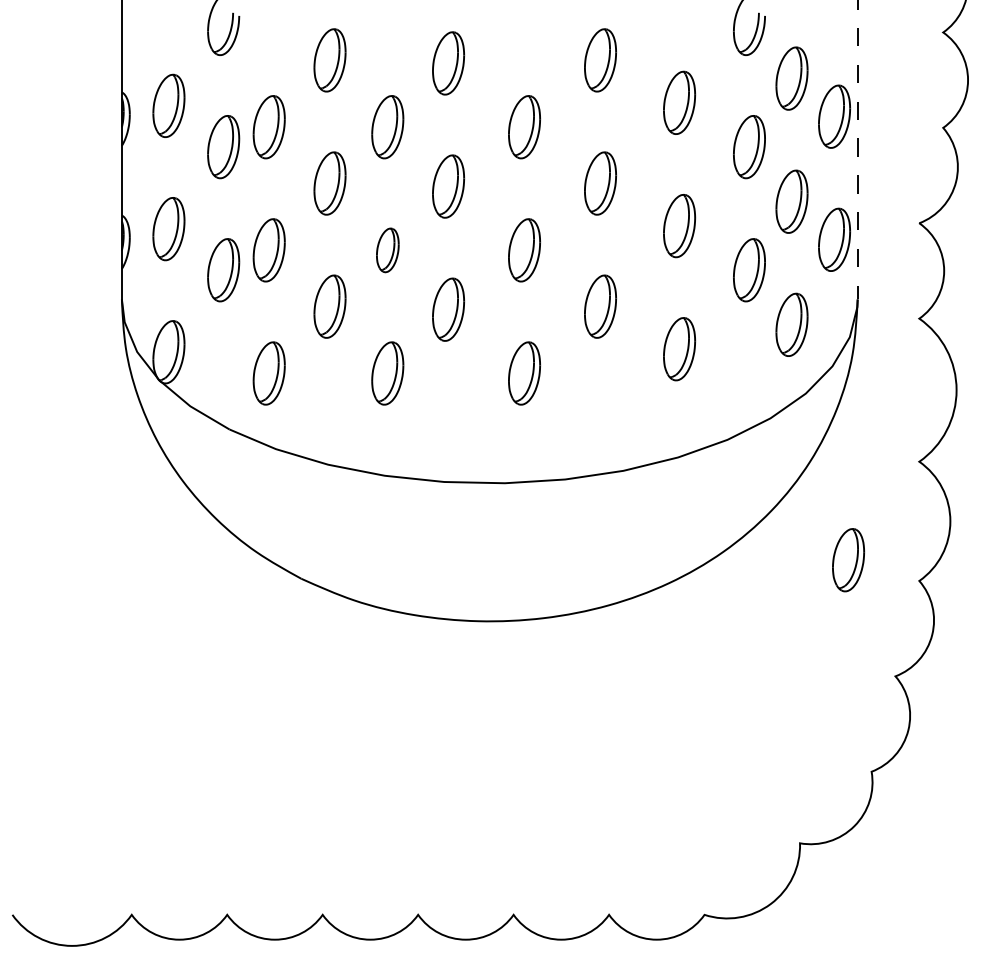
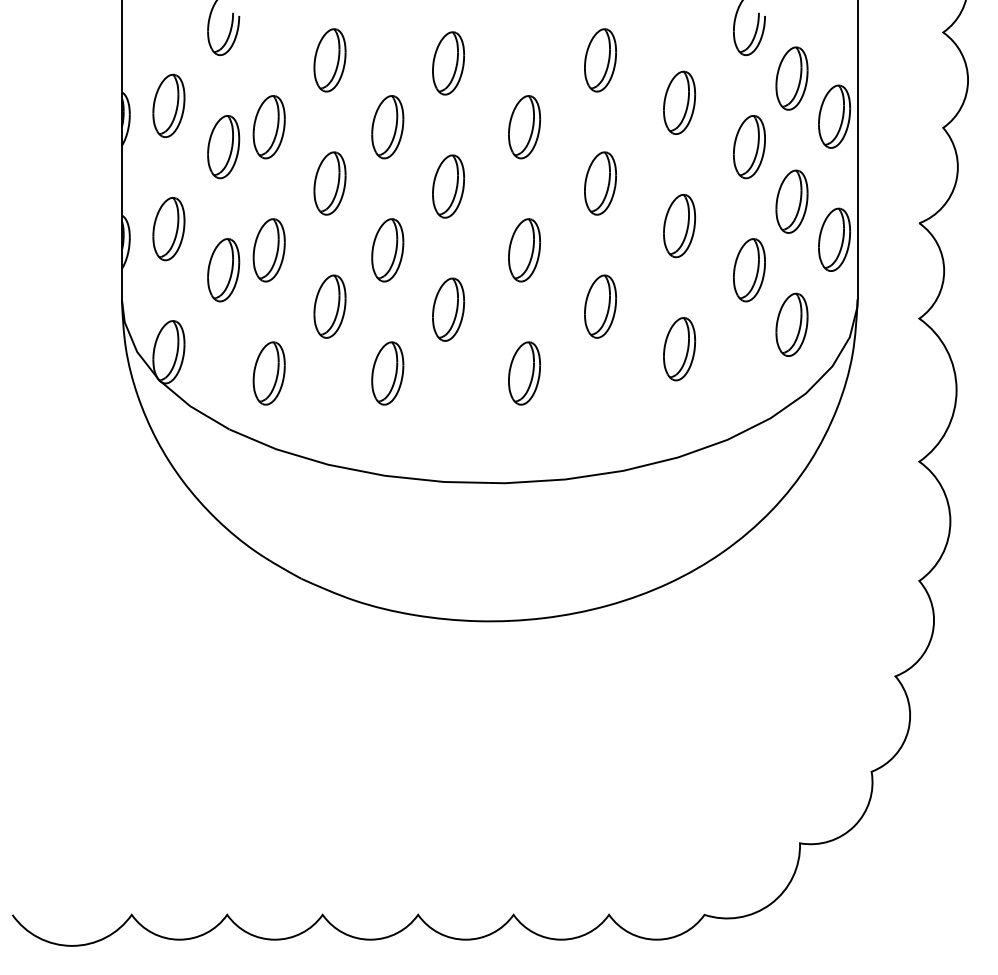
line at (857, 150): dashed -> solid
part at (387, 250) size: 24x47 px -> 34x65 px
part at (848, 560): present -> none
